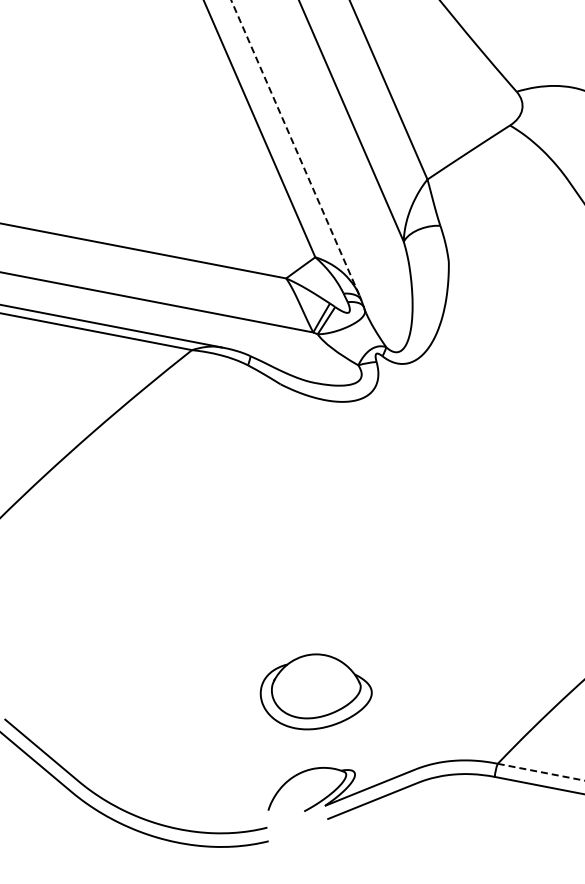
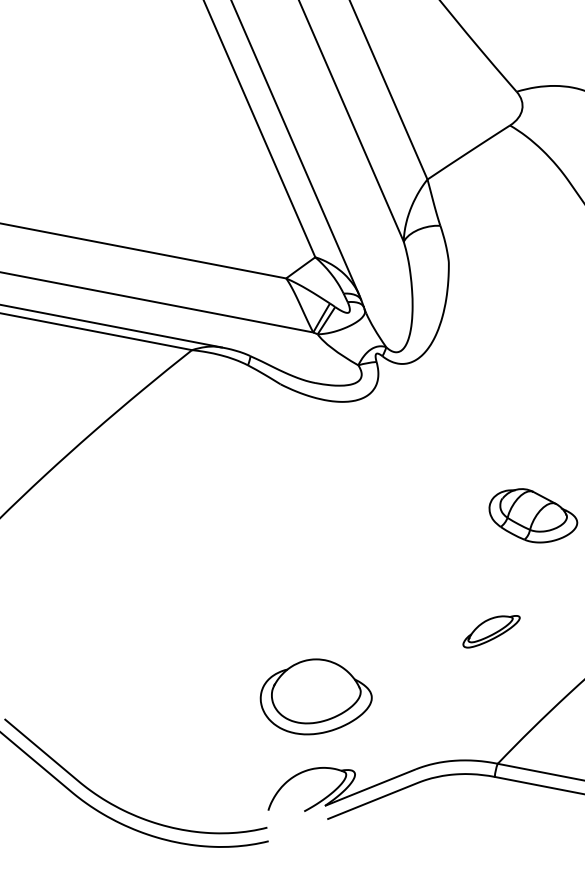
line at (295, 147): dashed -> solid
part at (533, 515): none -> present
part at (491, 631): none -> present
part at (315, 691) position: (315, 691) -> (315, 696)
line at (540, 772): dashed -> solid
